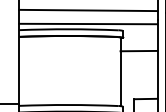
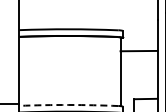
line at (88, 10): present -> none
line at (88, 23): present -> none
arc at (68, 104): solid -> dashed
